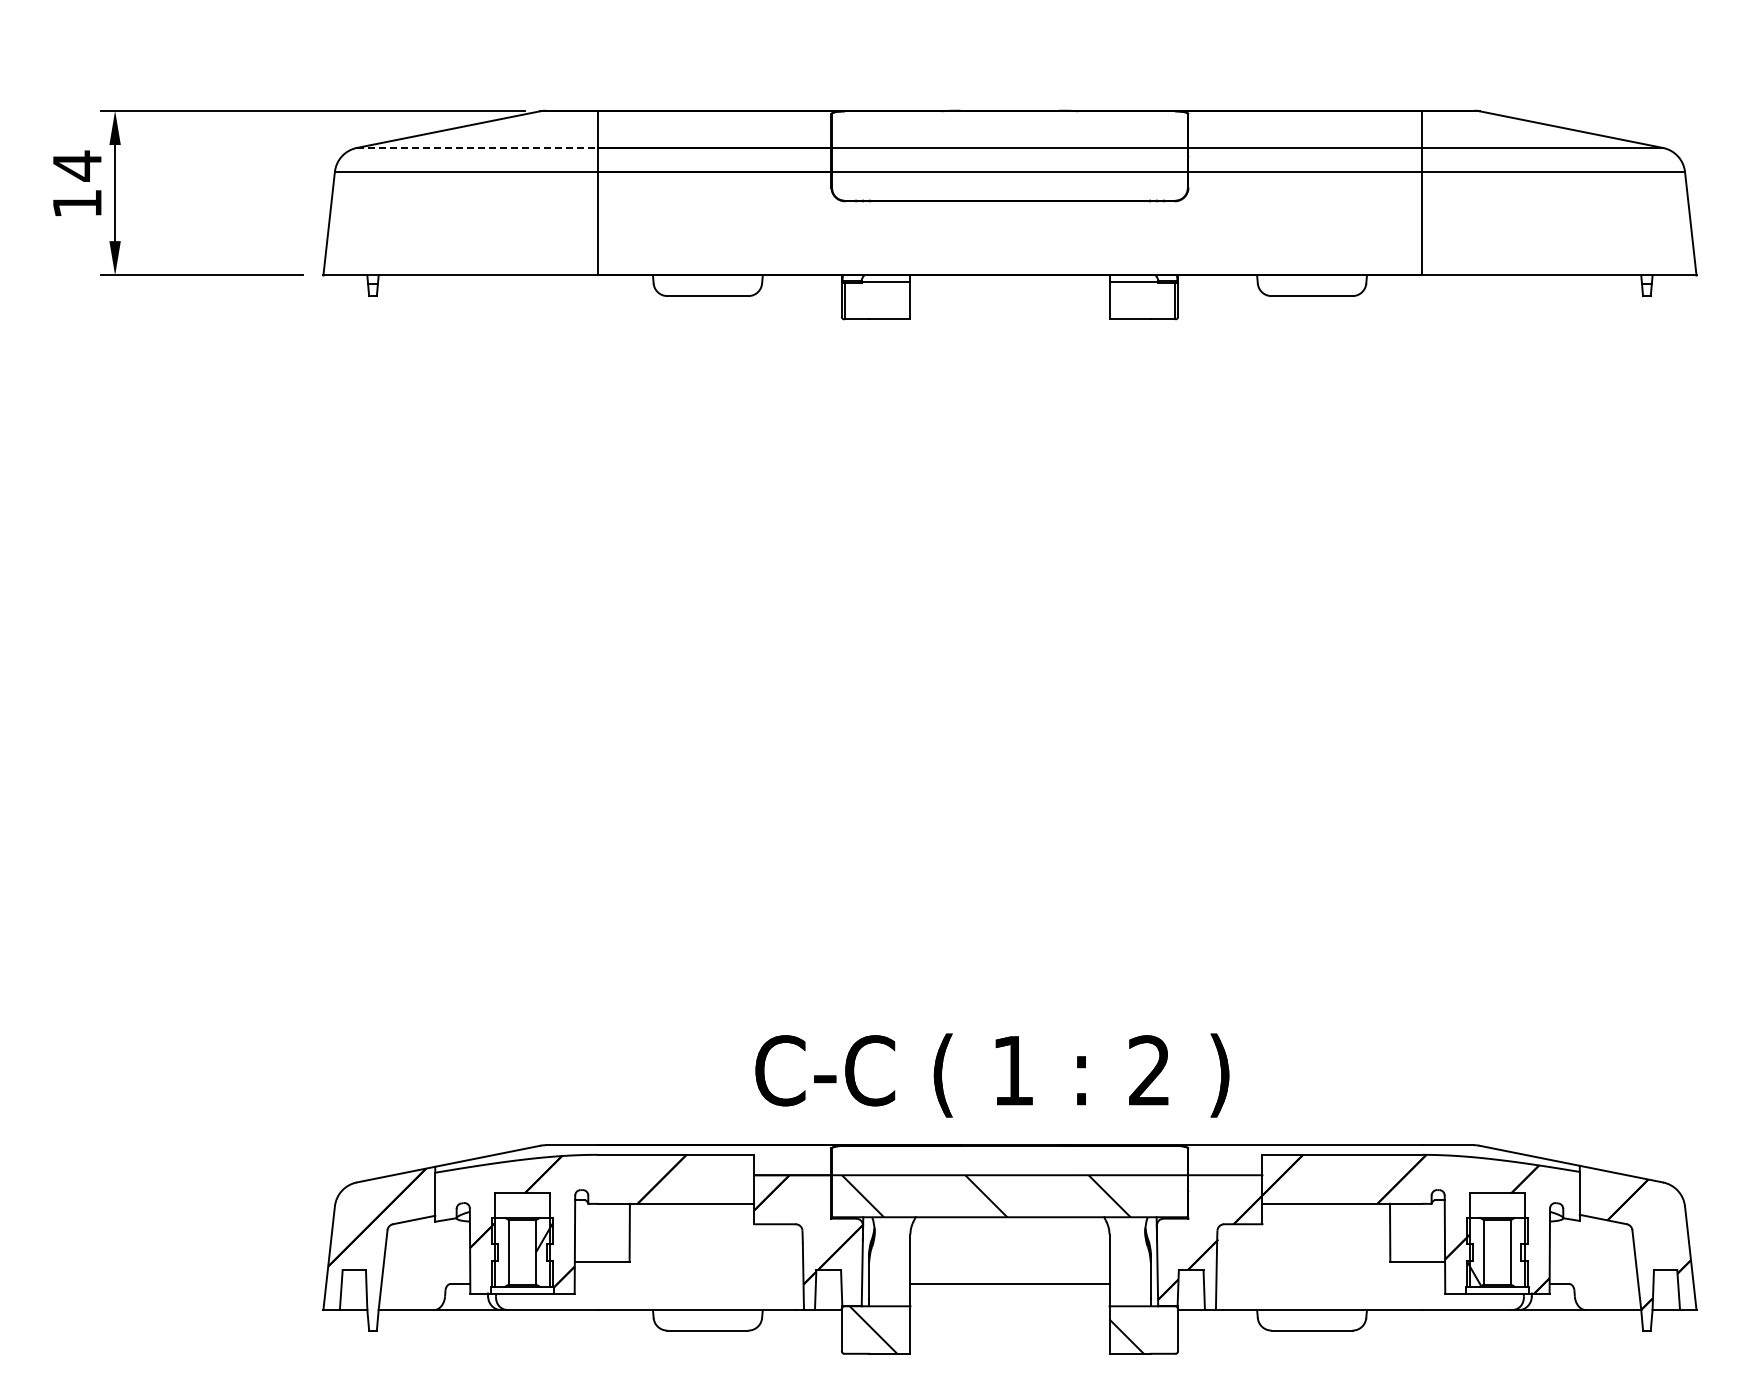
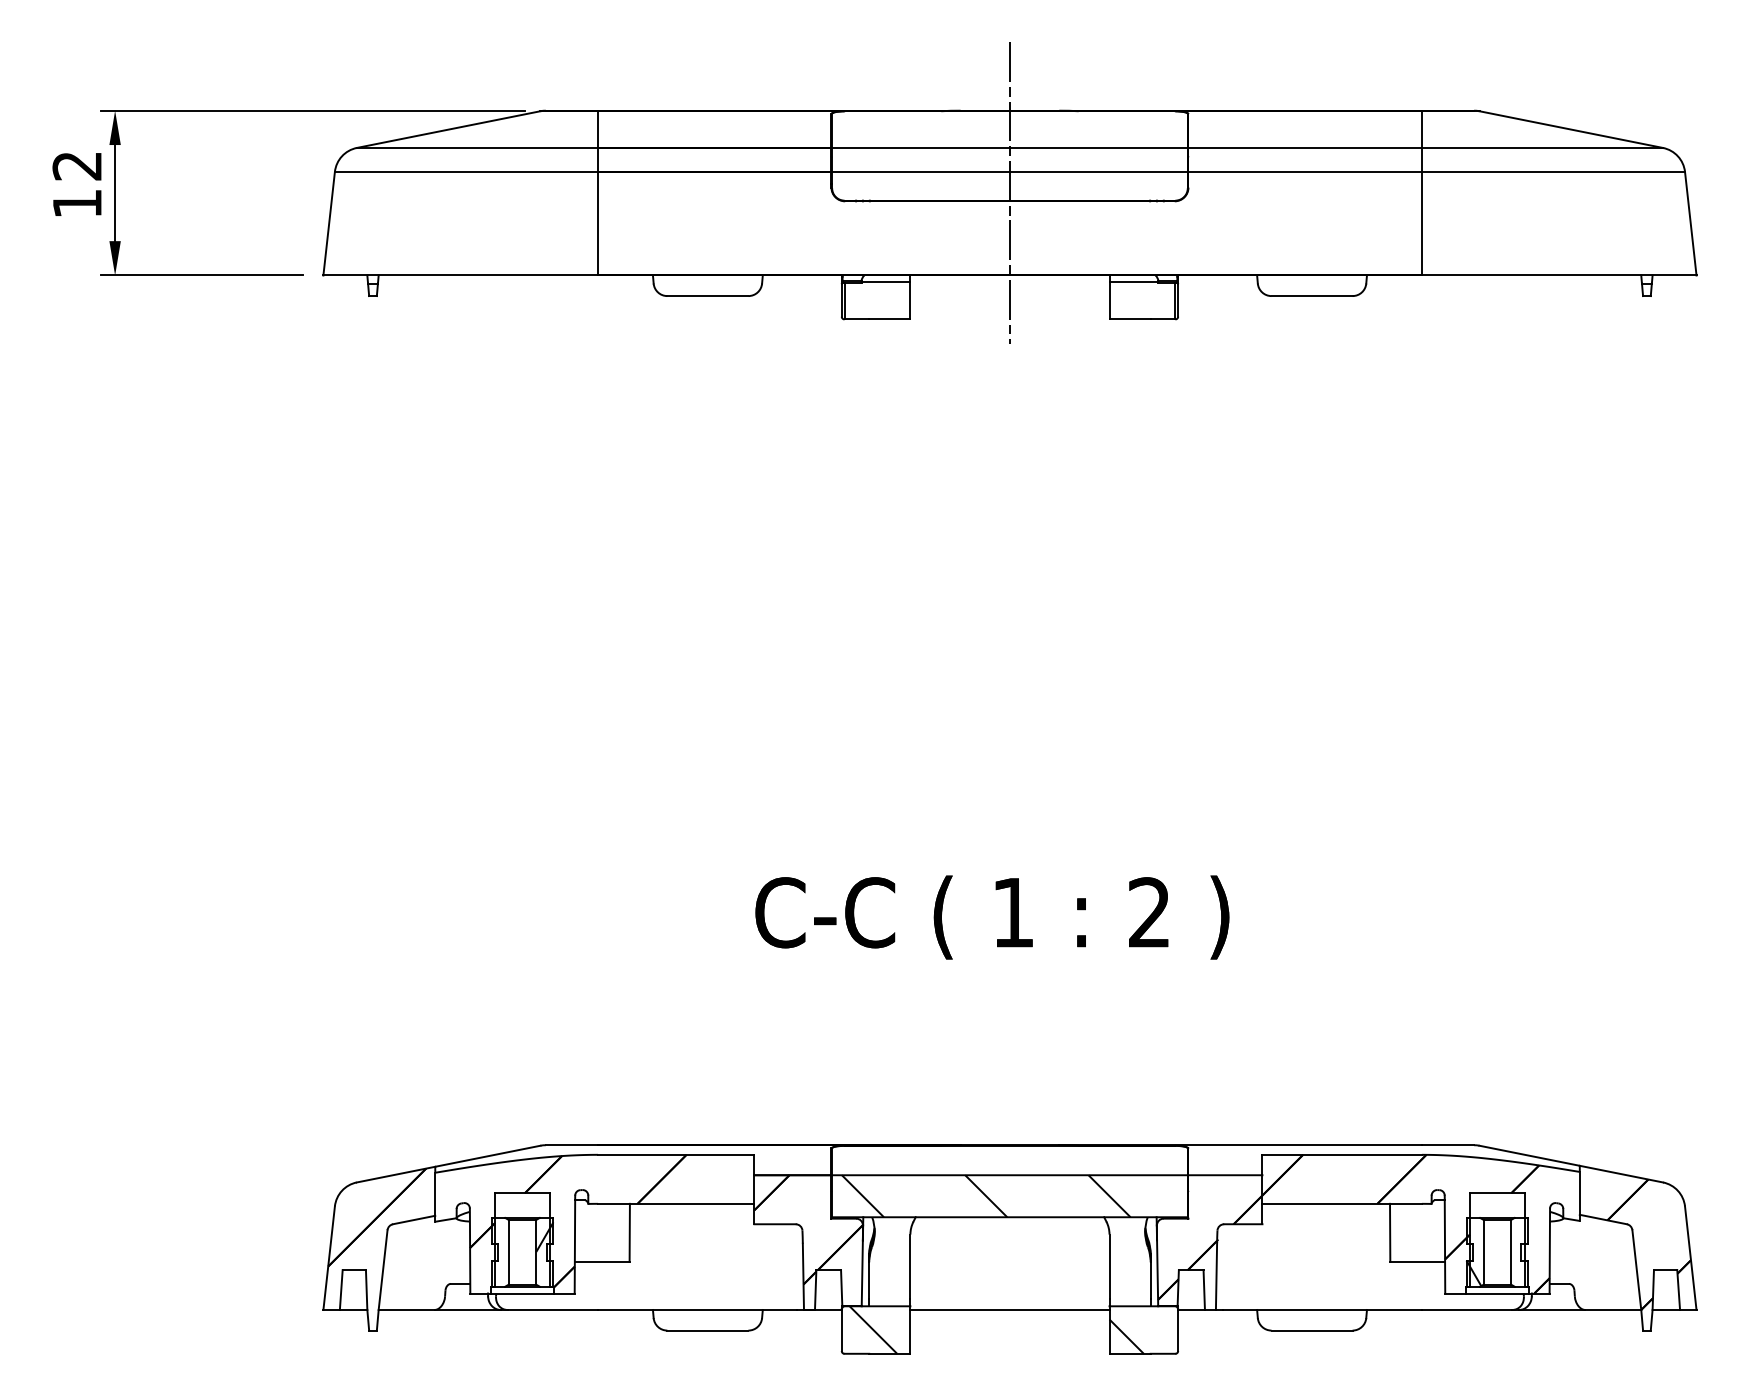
line at (477, 147): dashed -> solid
text at (76, 165): 14 -> 12
line at (1009, 193): none -> present
text at (992, 1075) position: (992, 1075) -> (992, 917)
line at (1009, 1283) position: (1009, 1283) -> (1009, 1309)
